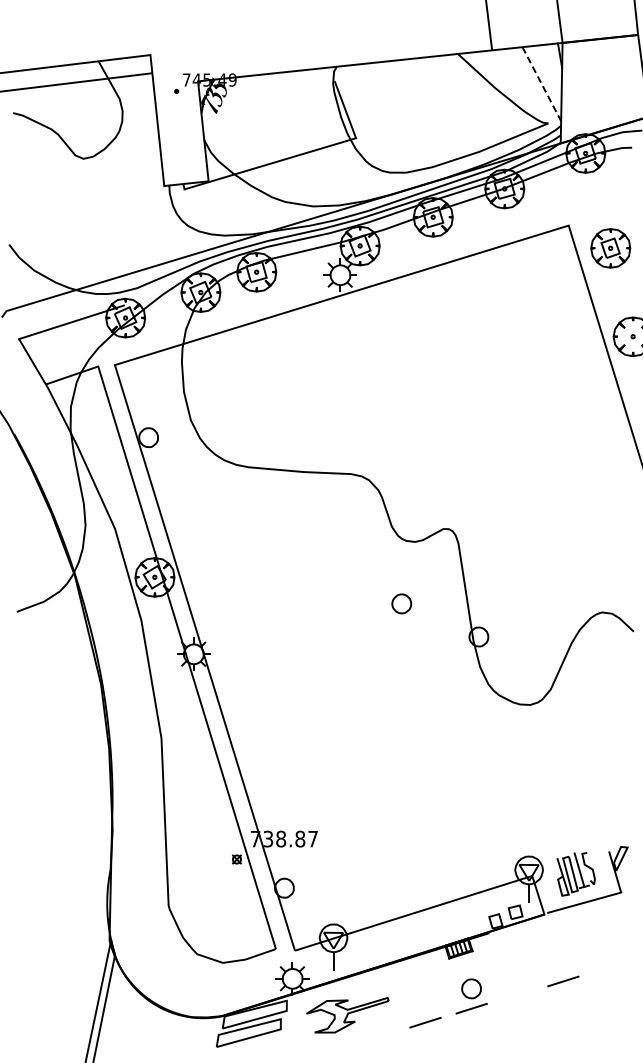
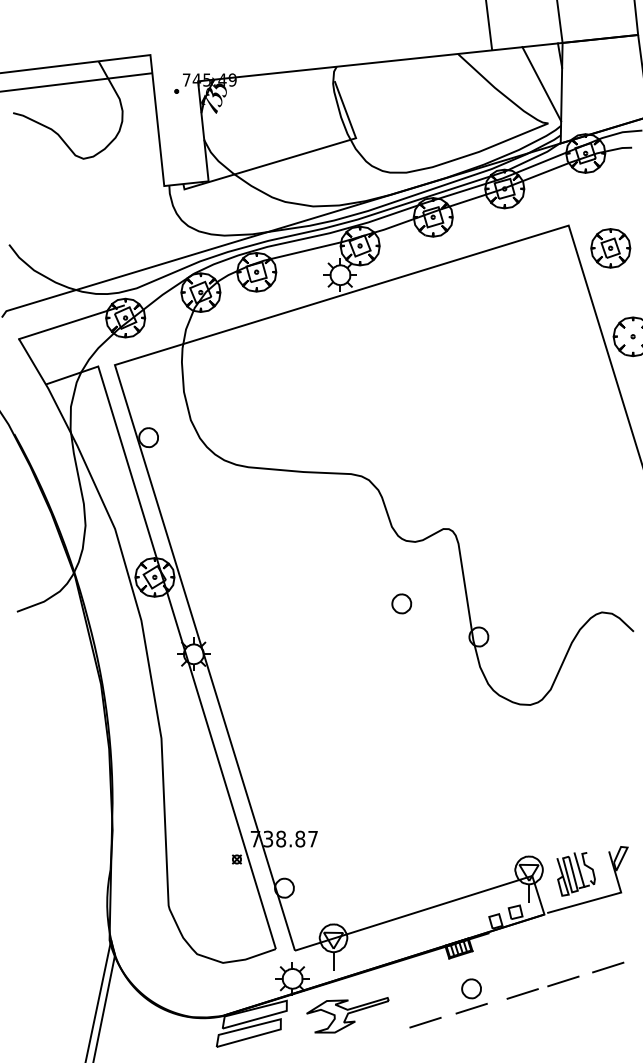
line at (541, 84): dashed -> solid
line at (608, 967): none -> present
line at (522, 993): none -> present
